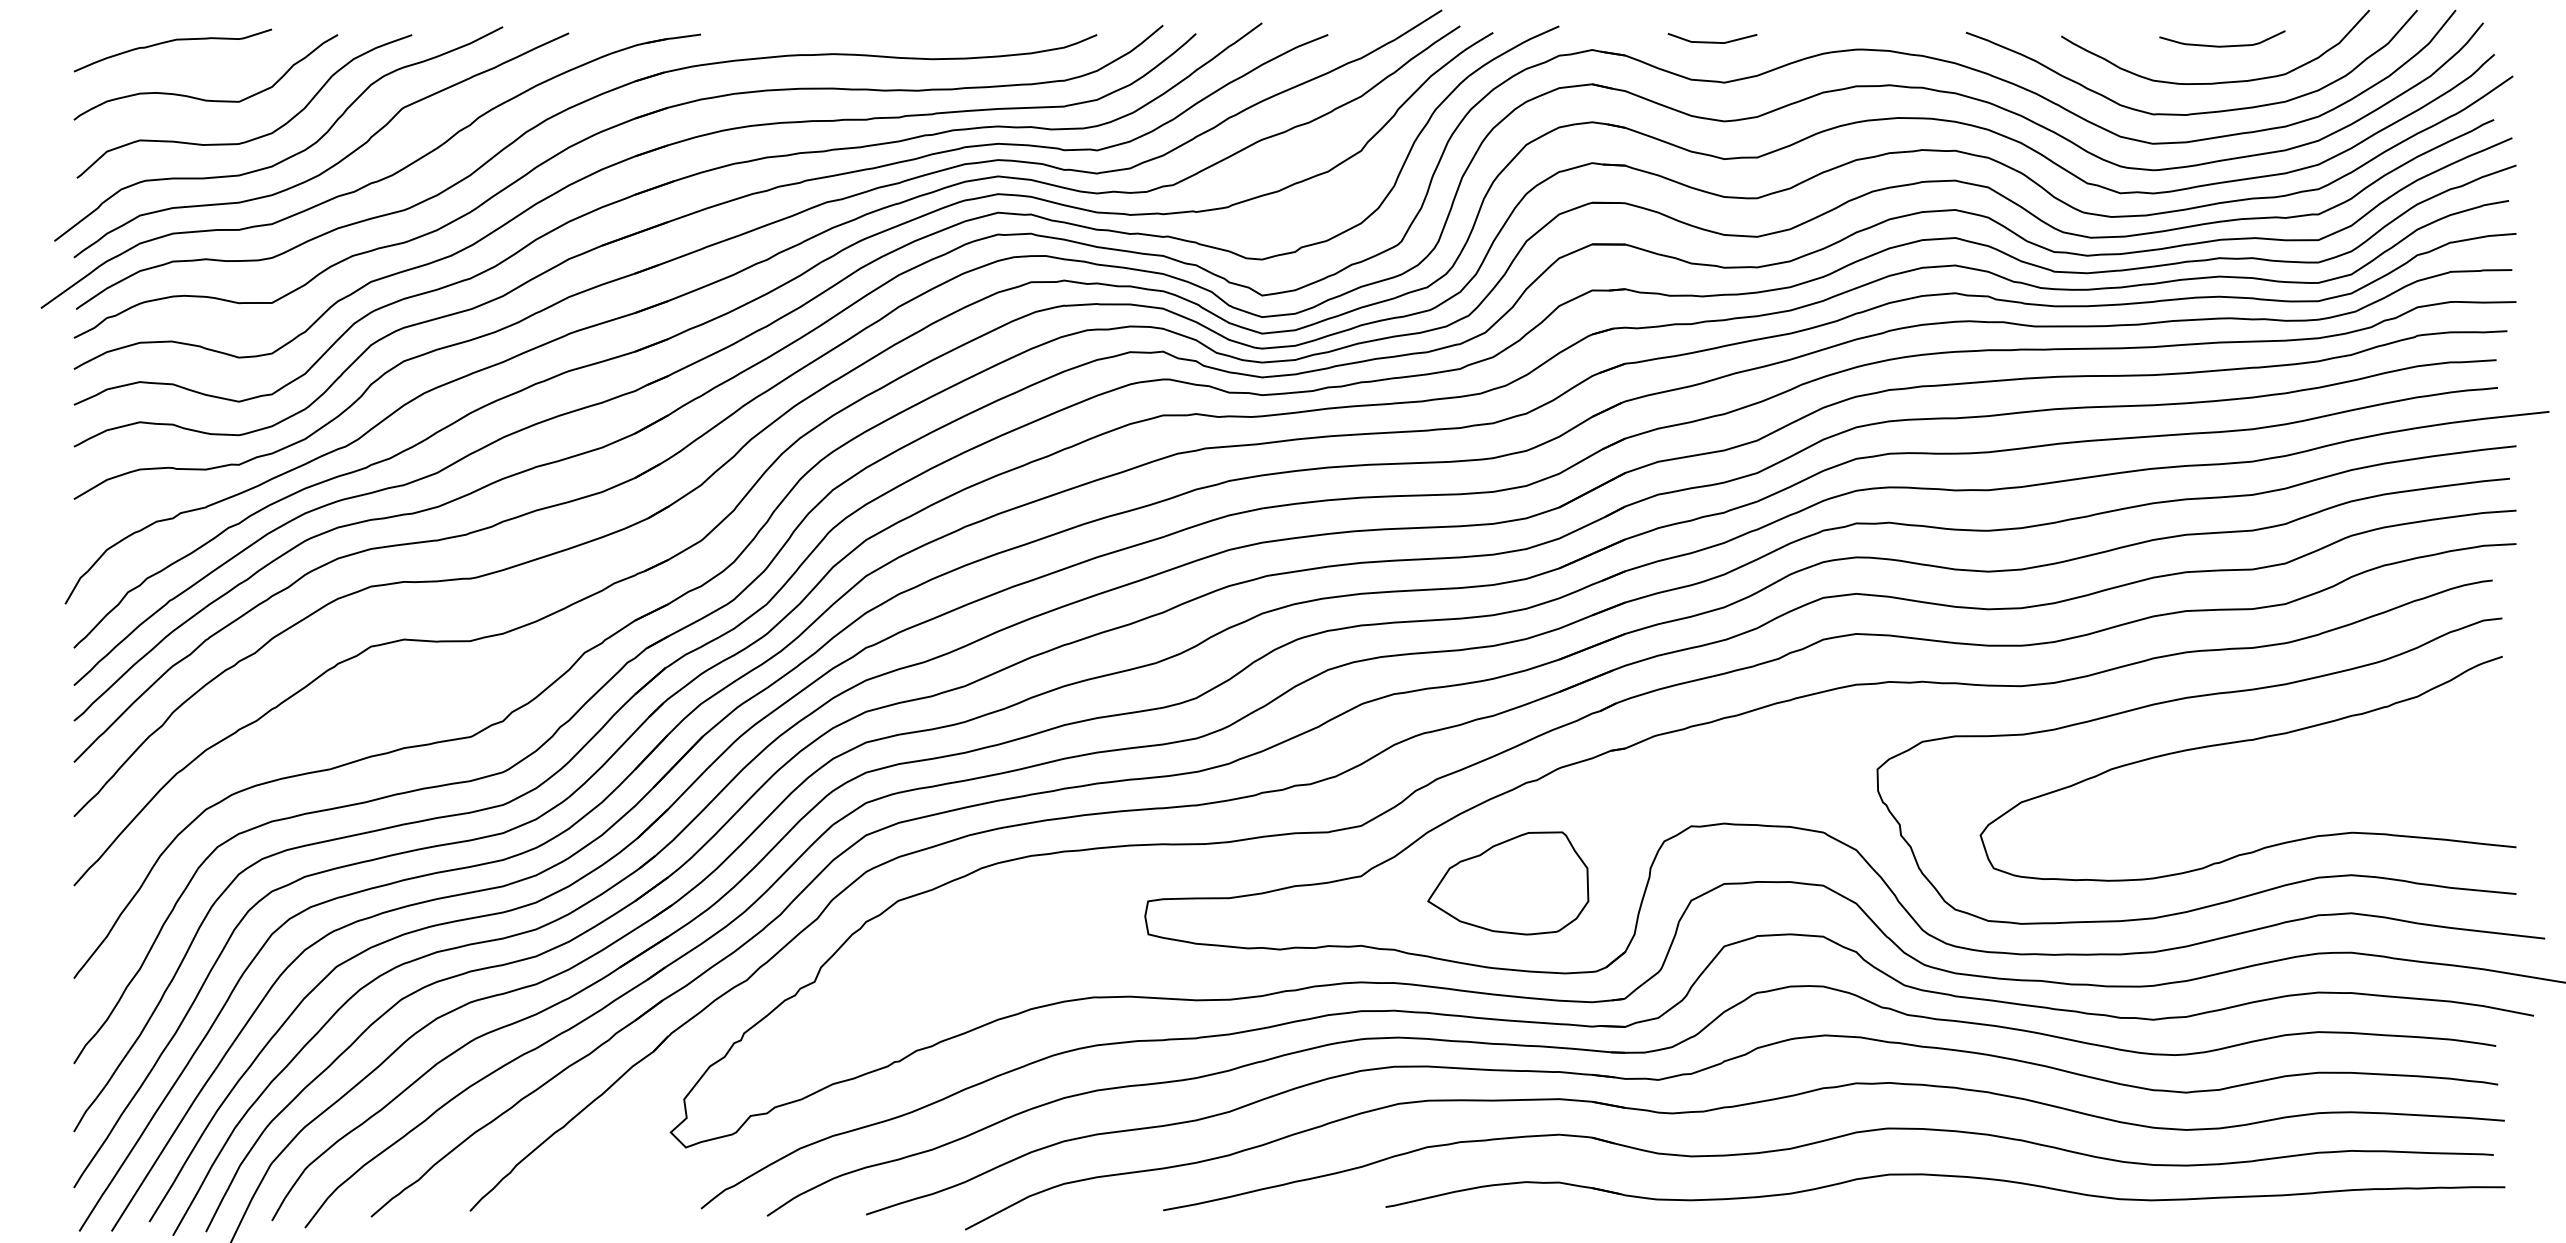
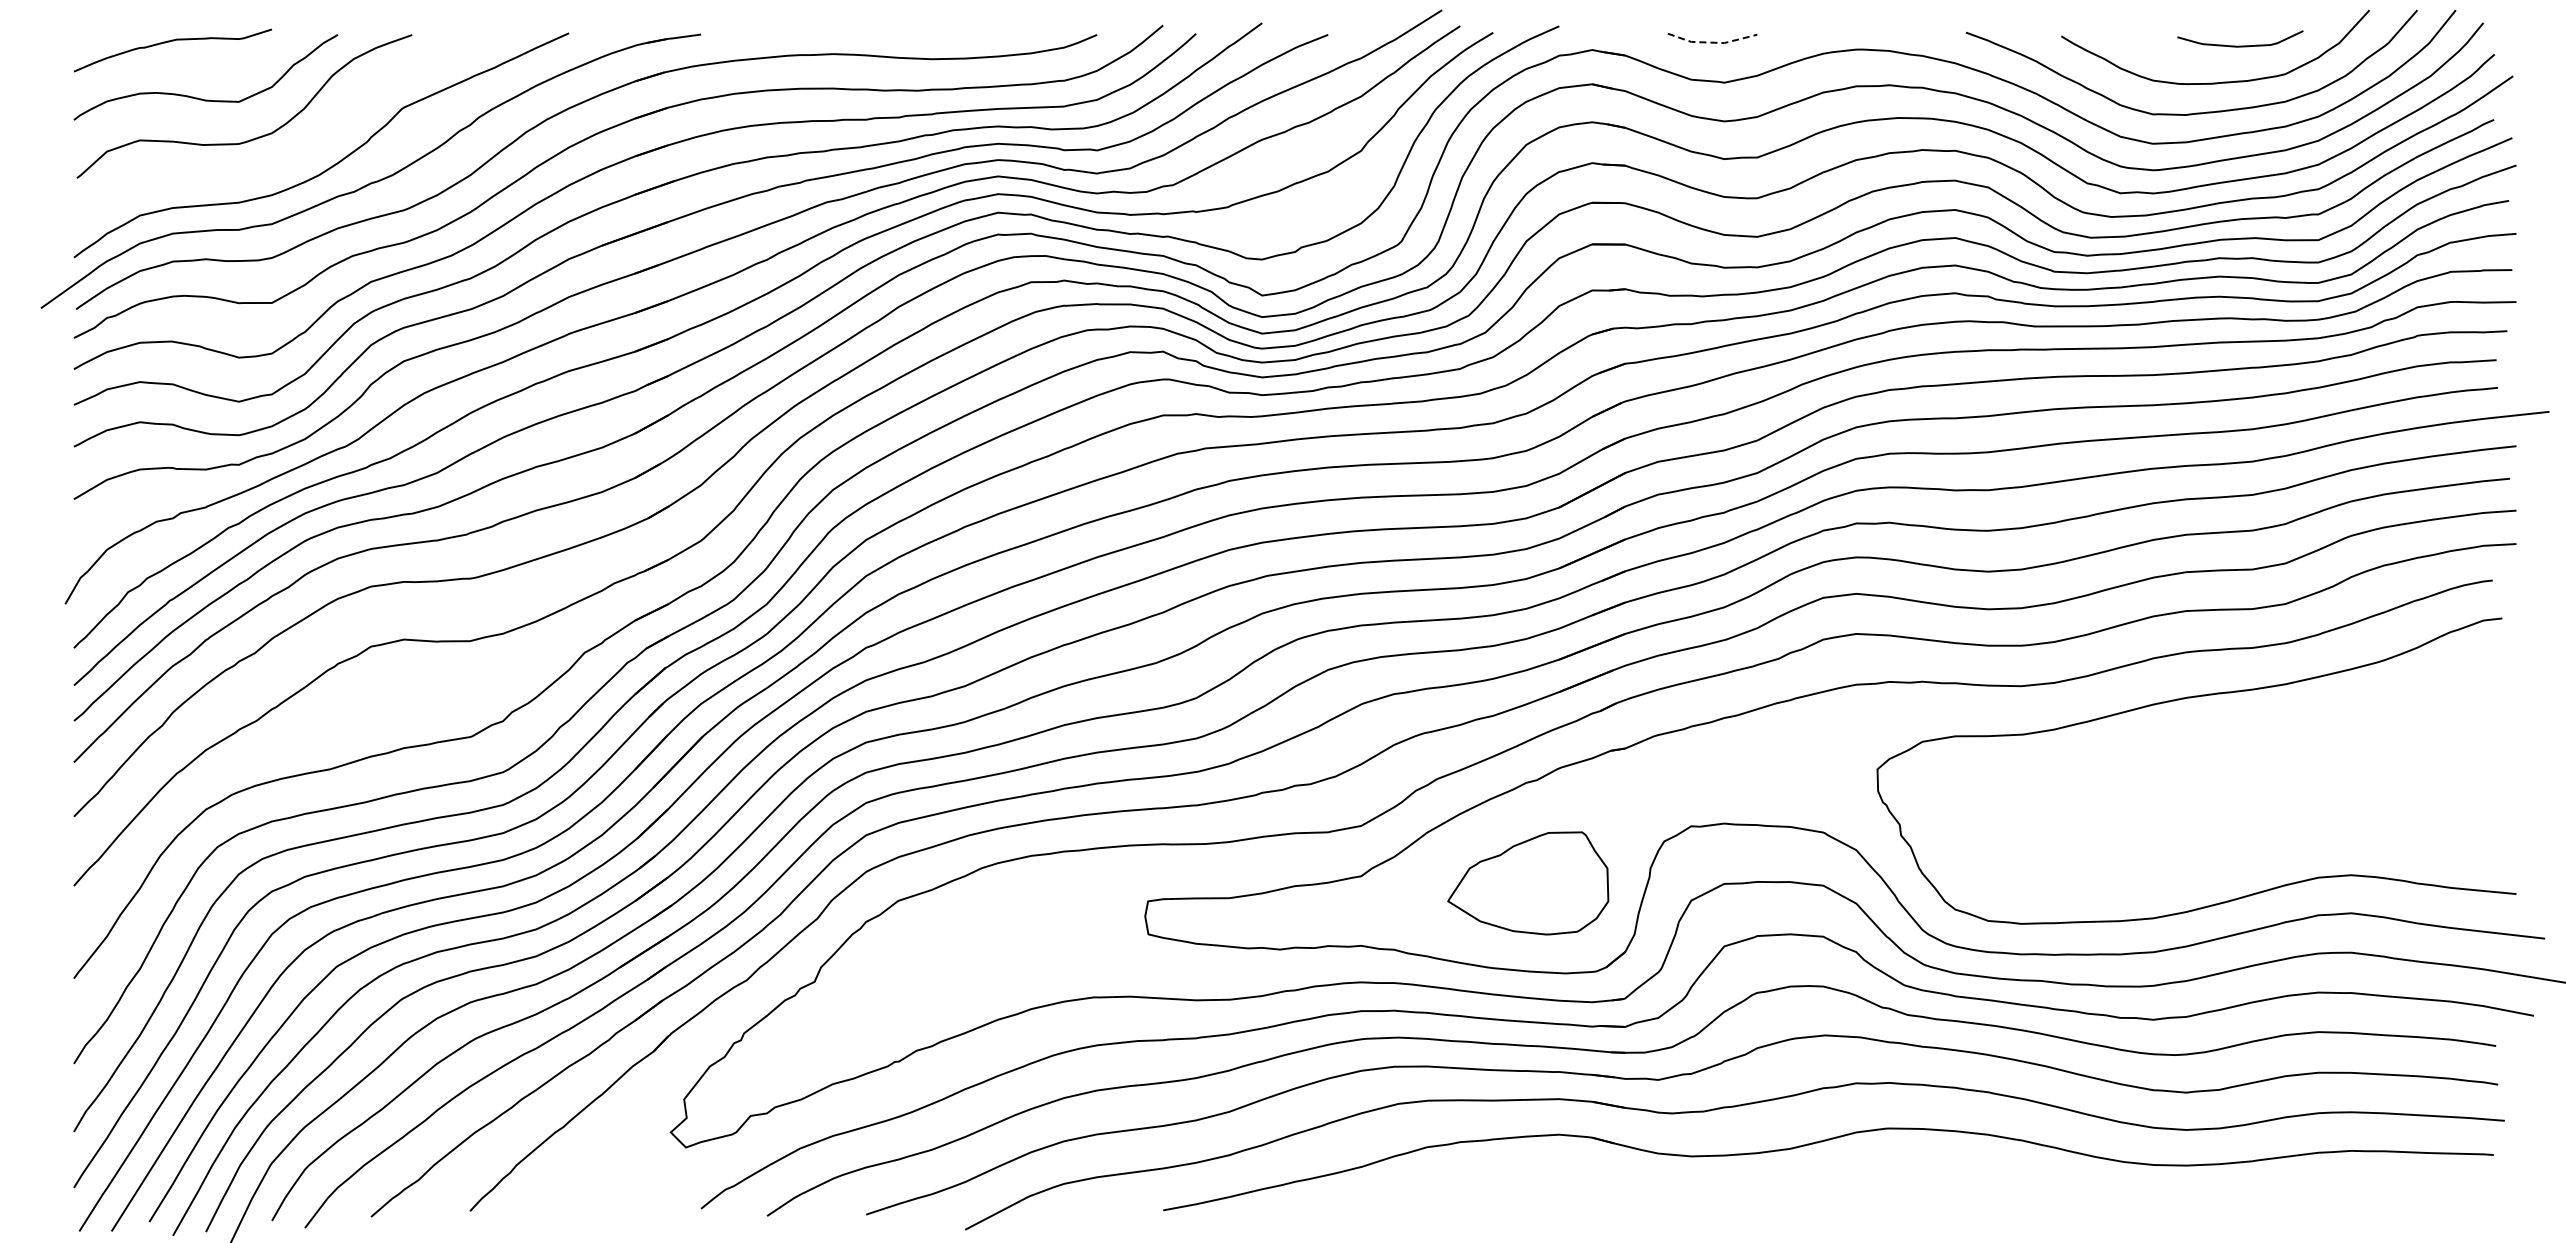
line at (1712, 42): solid -> dashed
curve at (2222, 45) position: (2222, 45) -> (2240, 45)
curve at (289, 156): present -> none
curve at (2242, 742): present -> none
part at (1508, 883) position: (1508, 883) -> (1528, 883)
part at (1945, 1176): present -> none
